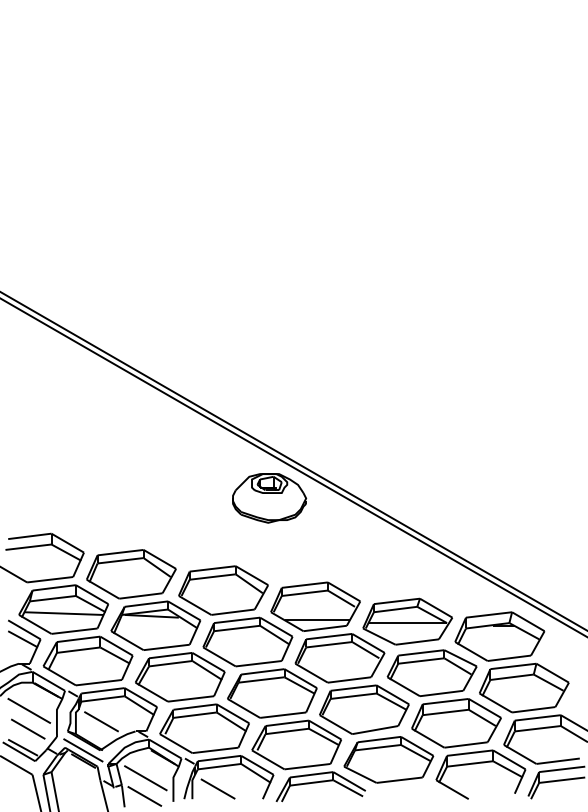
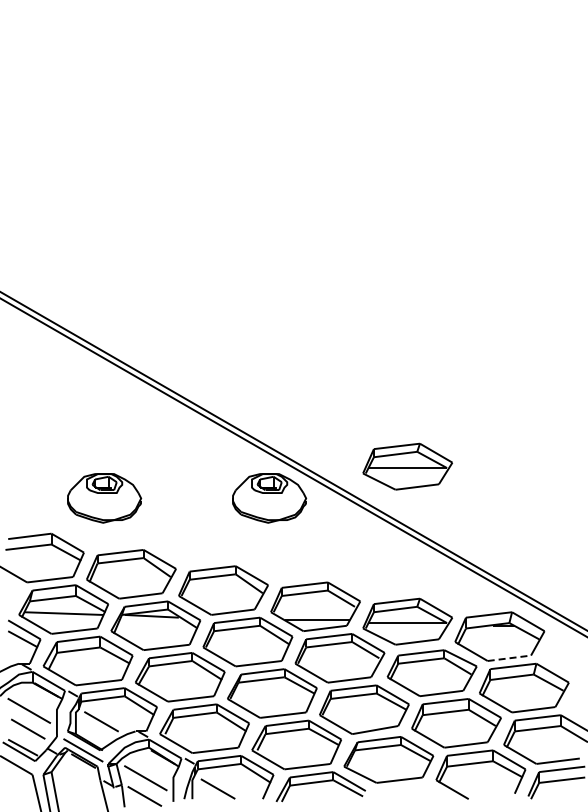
part at (407, 466): none -> present
part at (104, 498): none -> present
line at (509, 658): solid -> dashed
